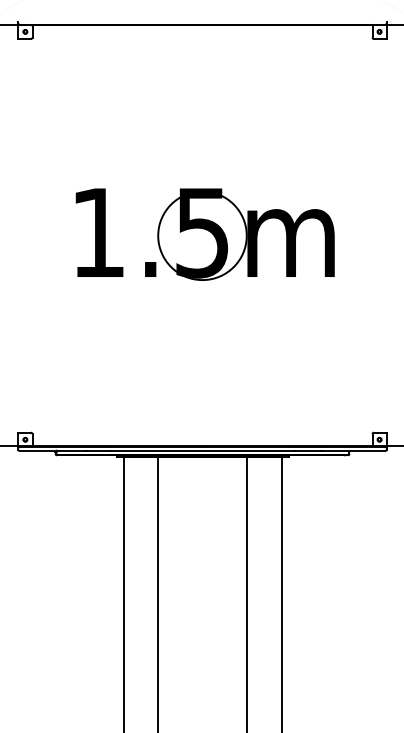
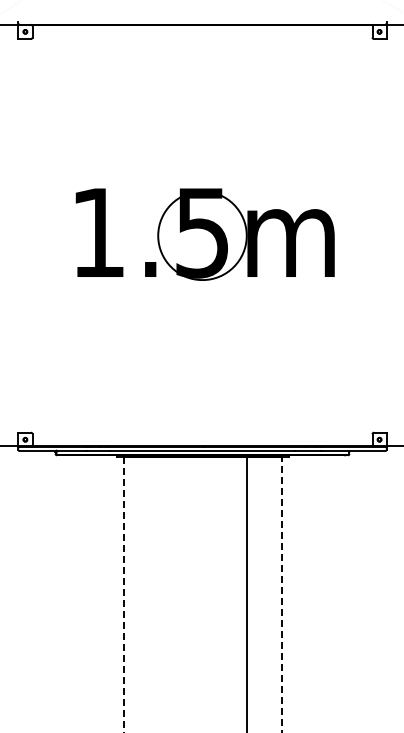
line at (158, 592): present -> none
line at (123, 594): solid -> dashed
line at (281, 594): solid -> dashed
